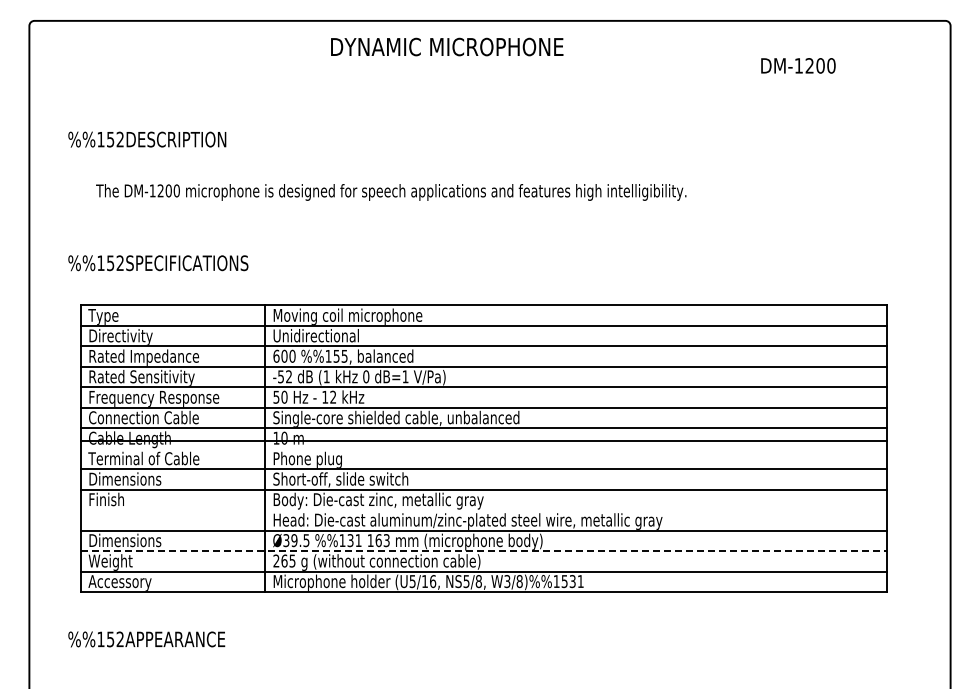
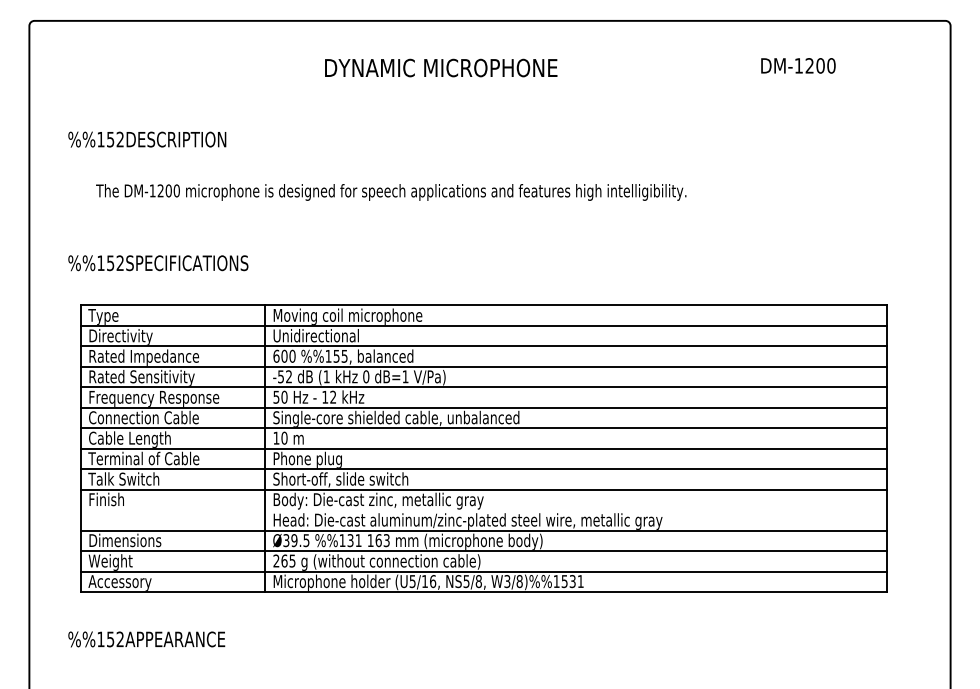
text at (447, 46) position: (447, 46) -> (441, 67)
line at (483, 440) position: (483, 440) -> (483, 448)
text at (124, 478): Dimensions -> Talk Switch
line at (484, 551): dashed -> solid
